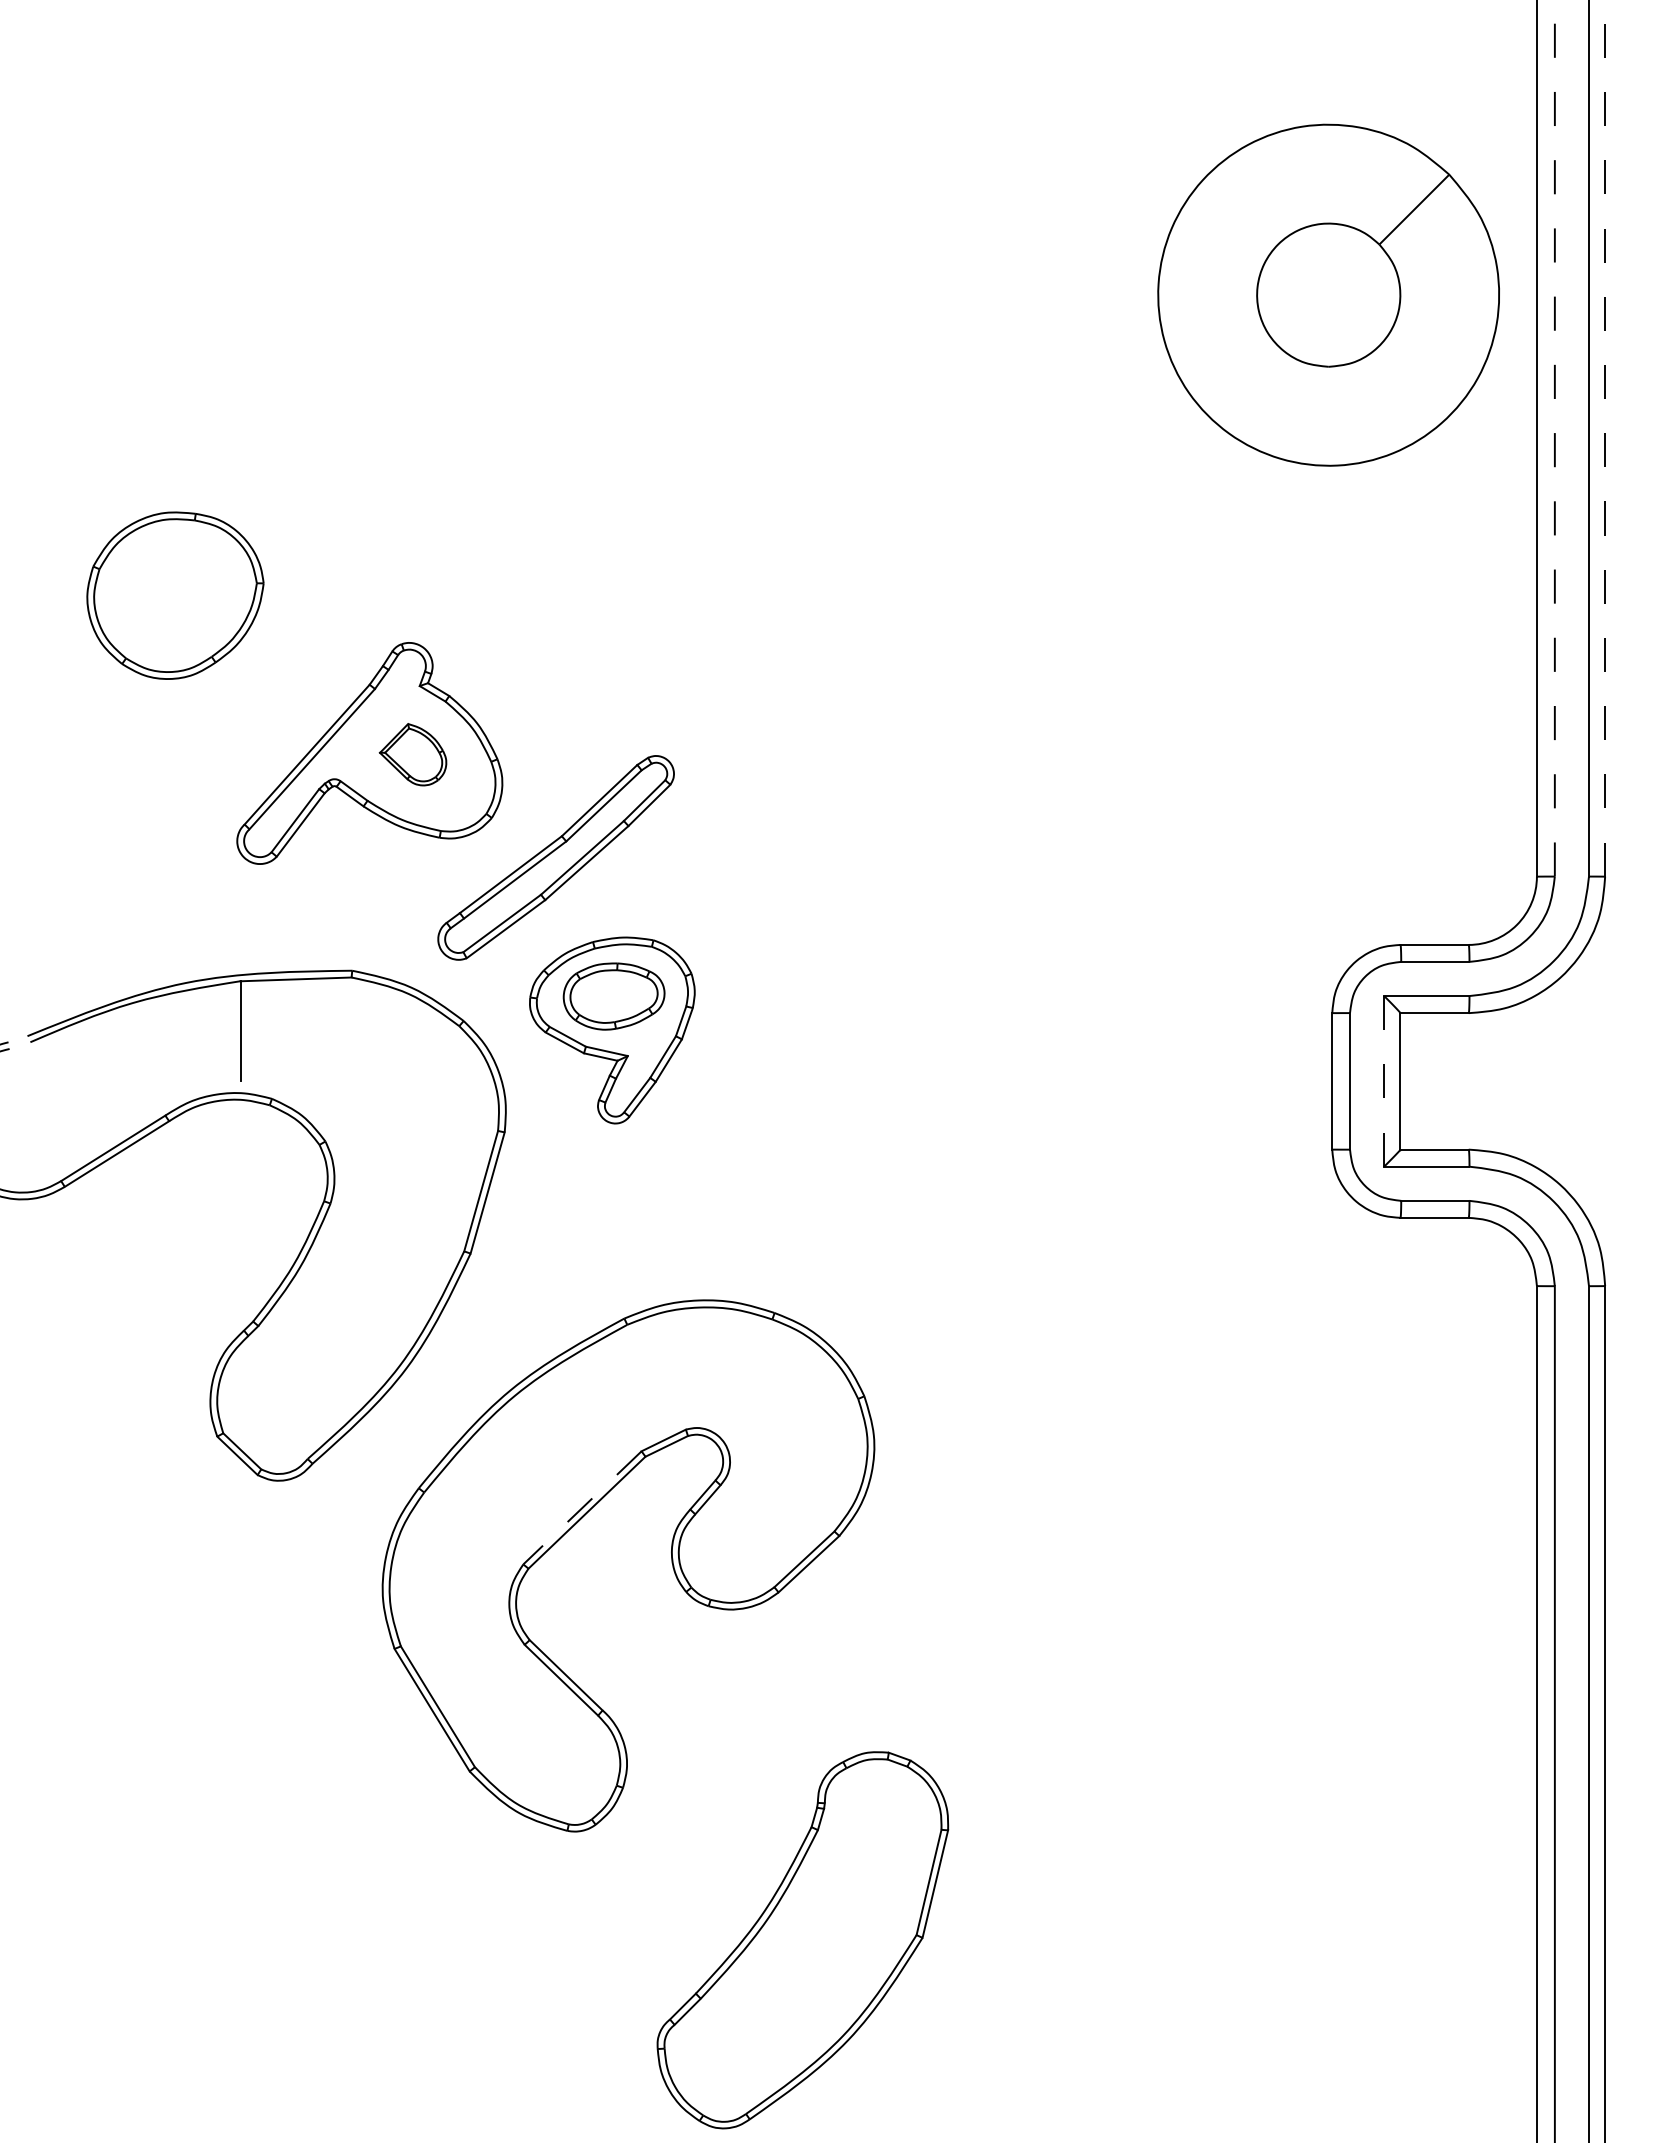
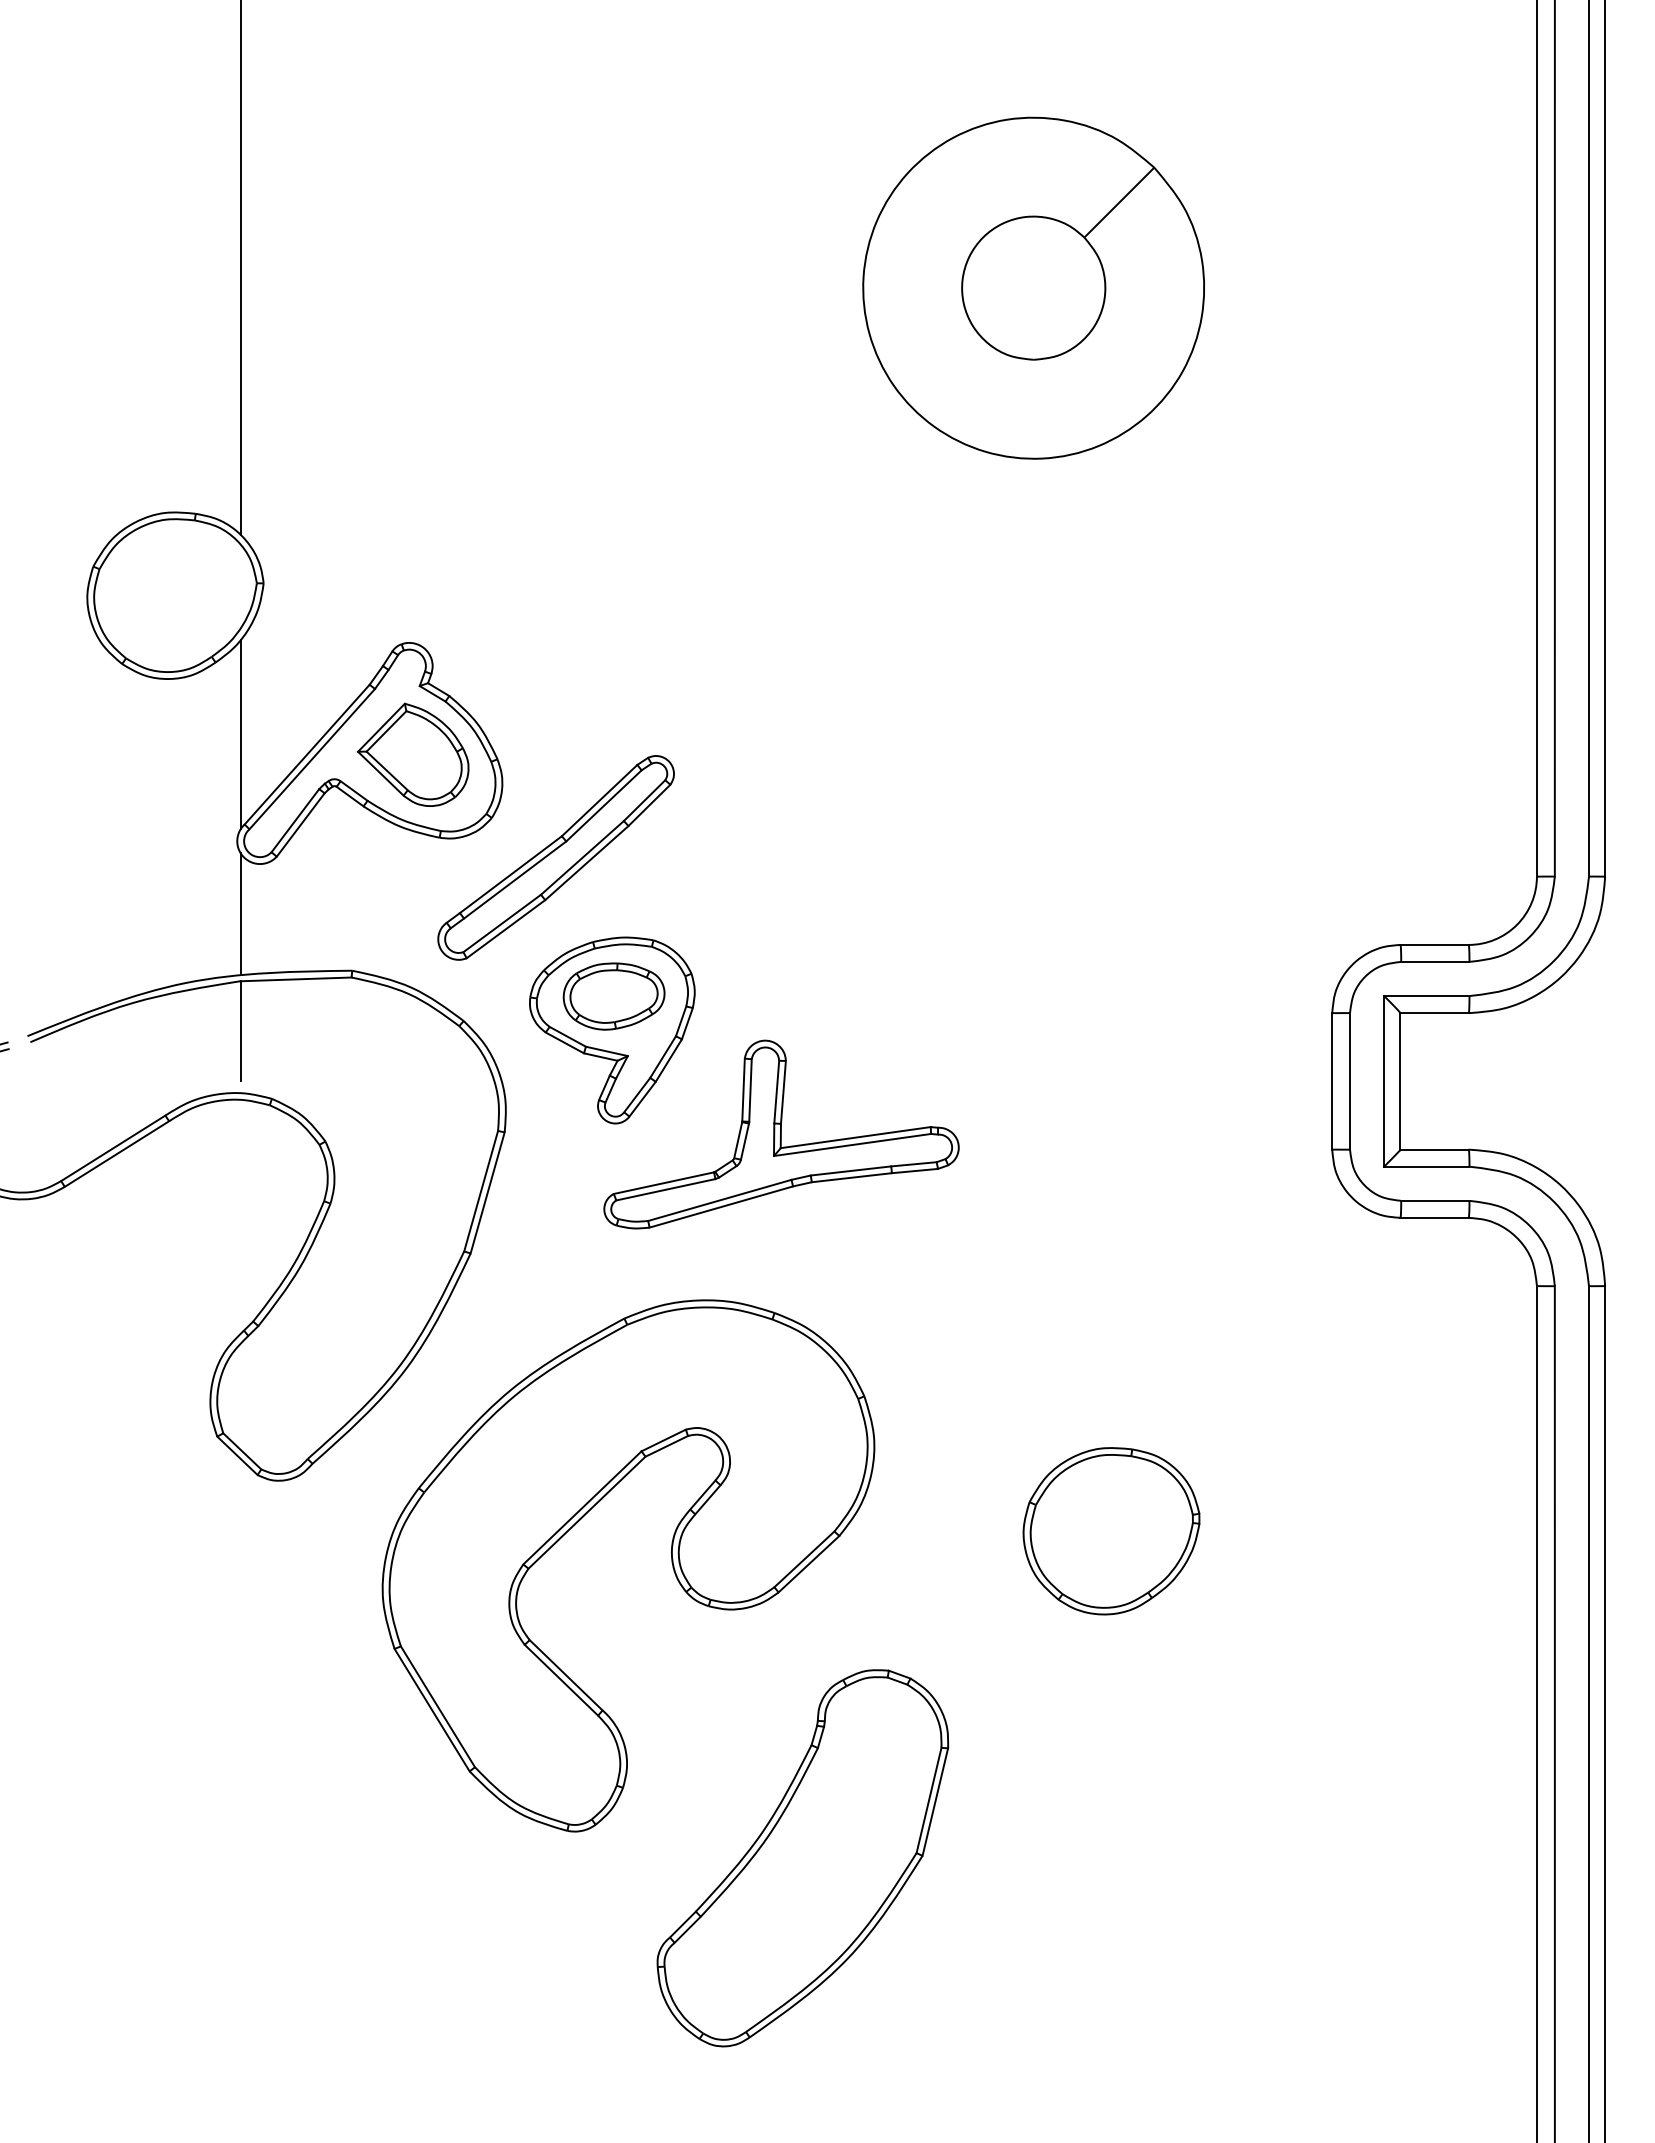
line at (240, 268): none -> present
part at (1328, 294) position: (1328, 294) -> (1033, 287)
line at (1554, 437): dashed -> solid
line at (1605, 437): dashed -> solid
line at (240, 734): none -> present
part at (412, 754) size: 70x64 px -> 114x105 px
line at (240, 913): none -> present
line at (1384, 1080): dashed -> solid
part at (781, 1134): none -> present
line at (582, 1507): dashed -> solid
part at (1111, 1531): none -> present
part at (802, 1940) position: (802, 1940) -> (802, 1858)
